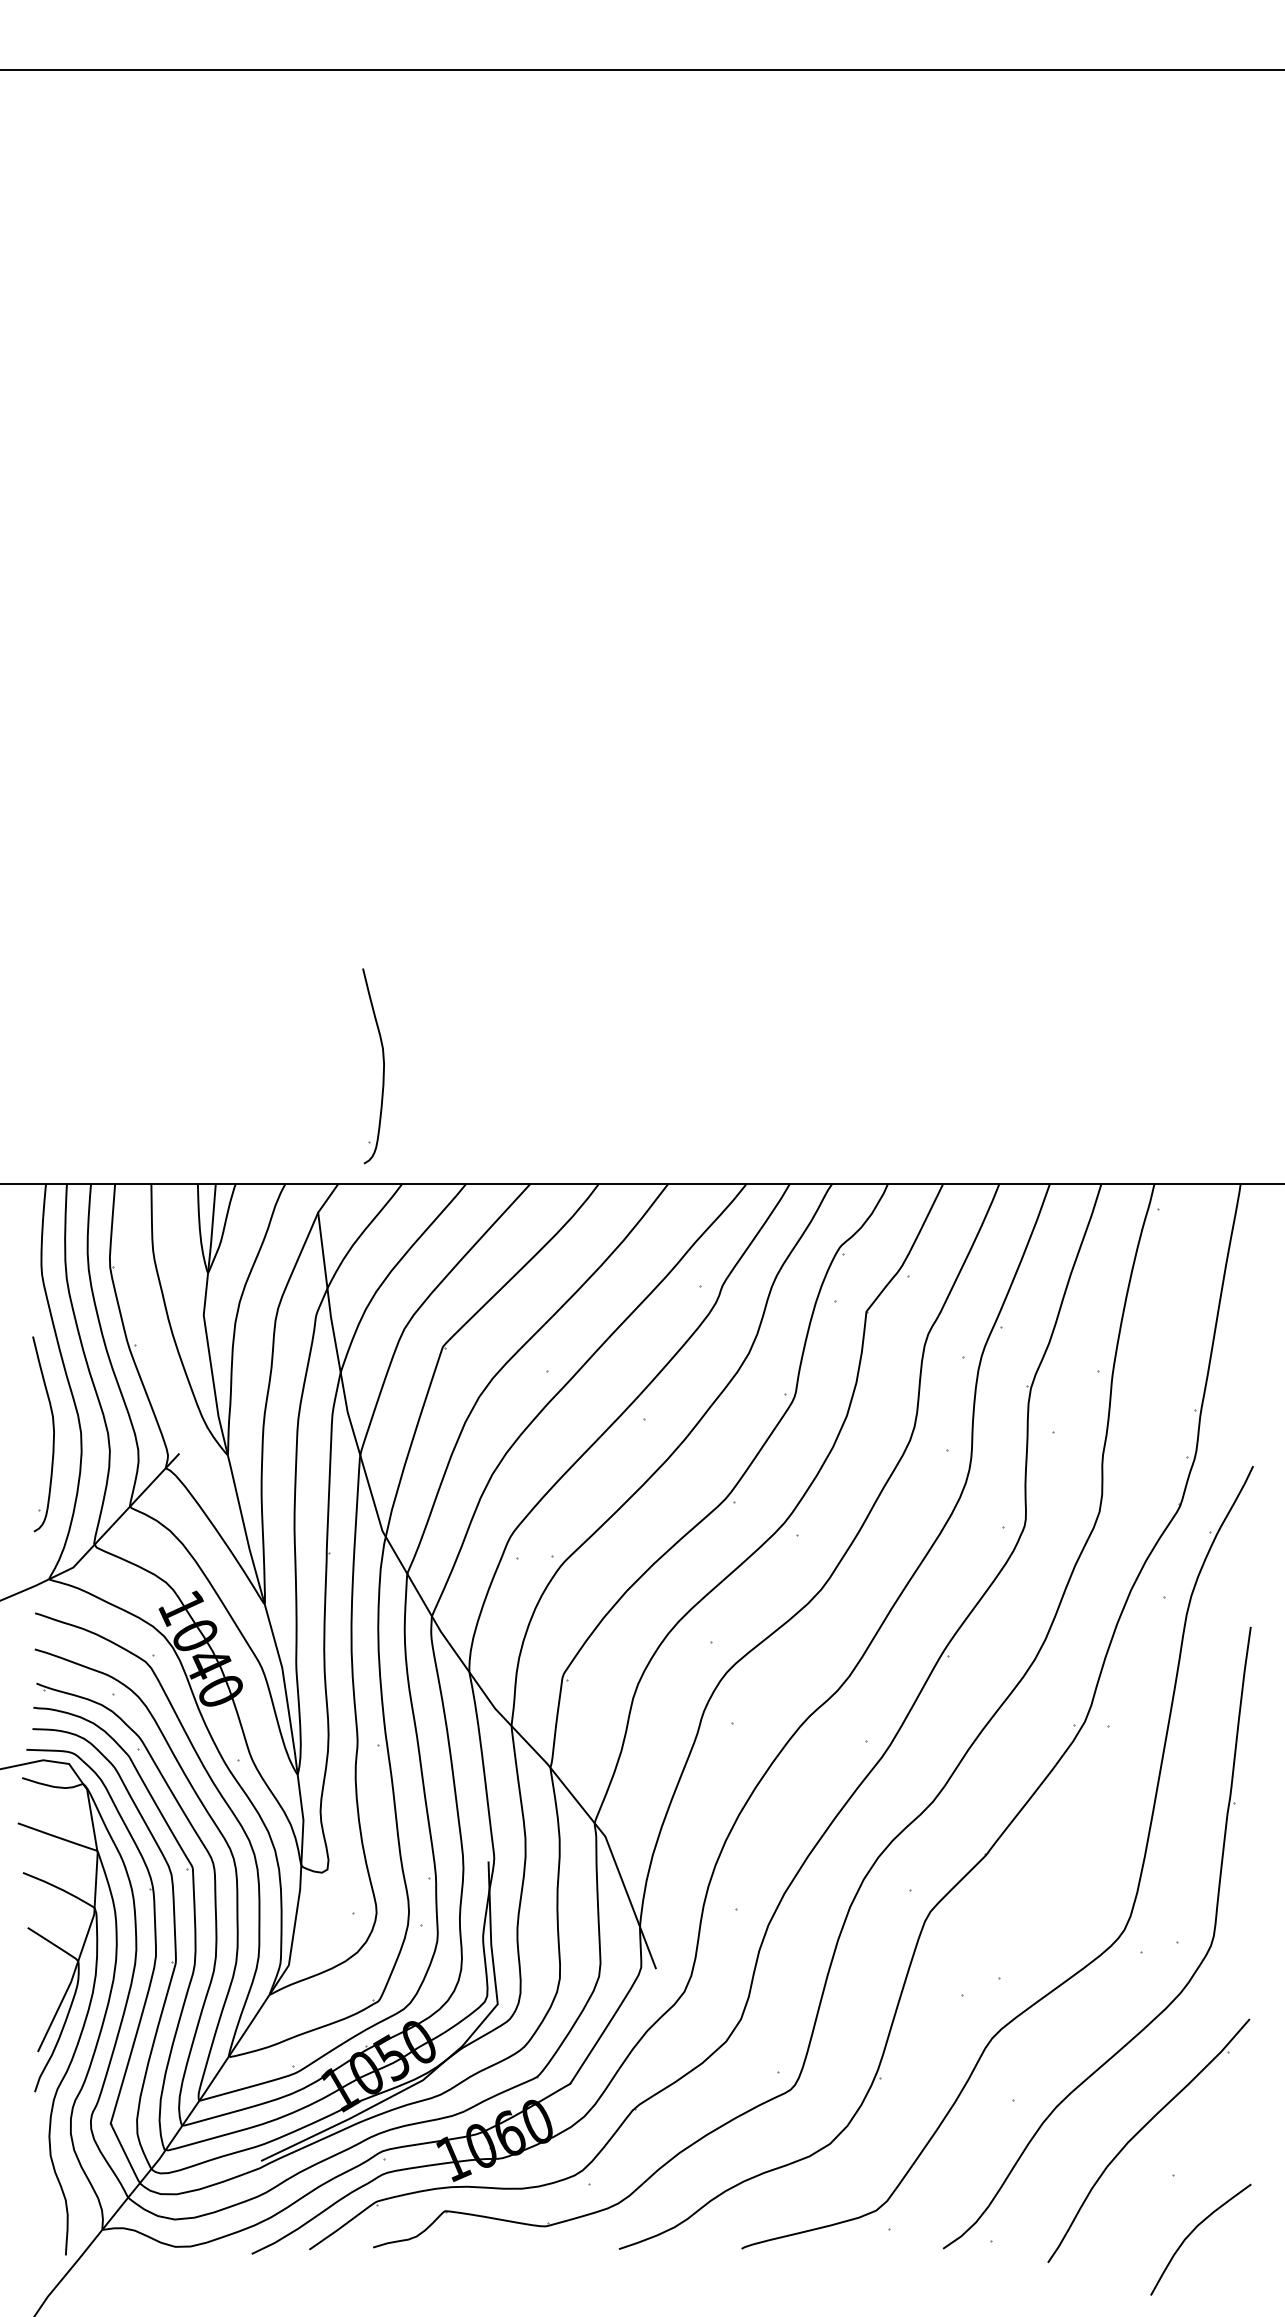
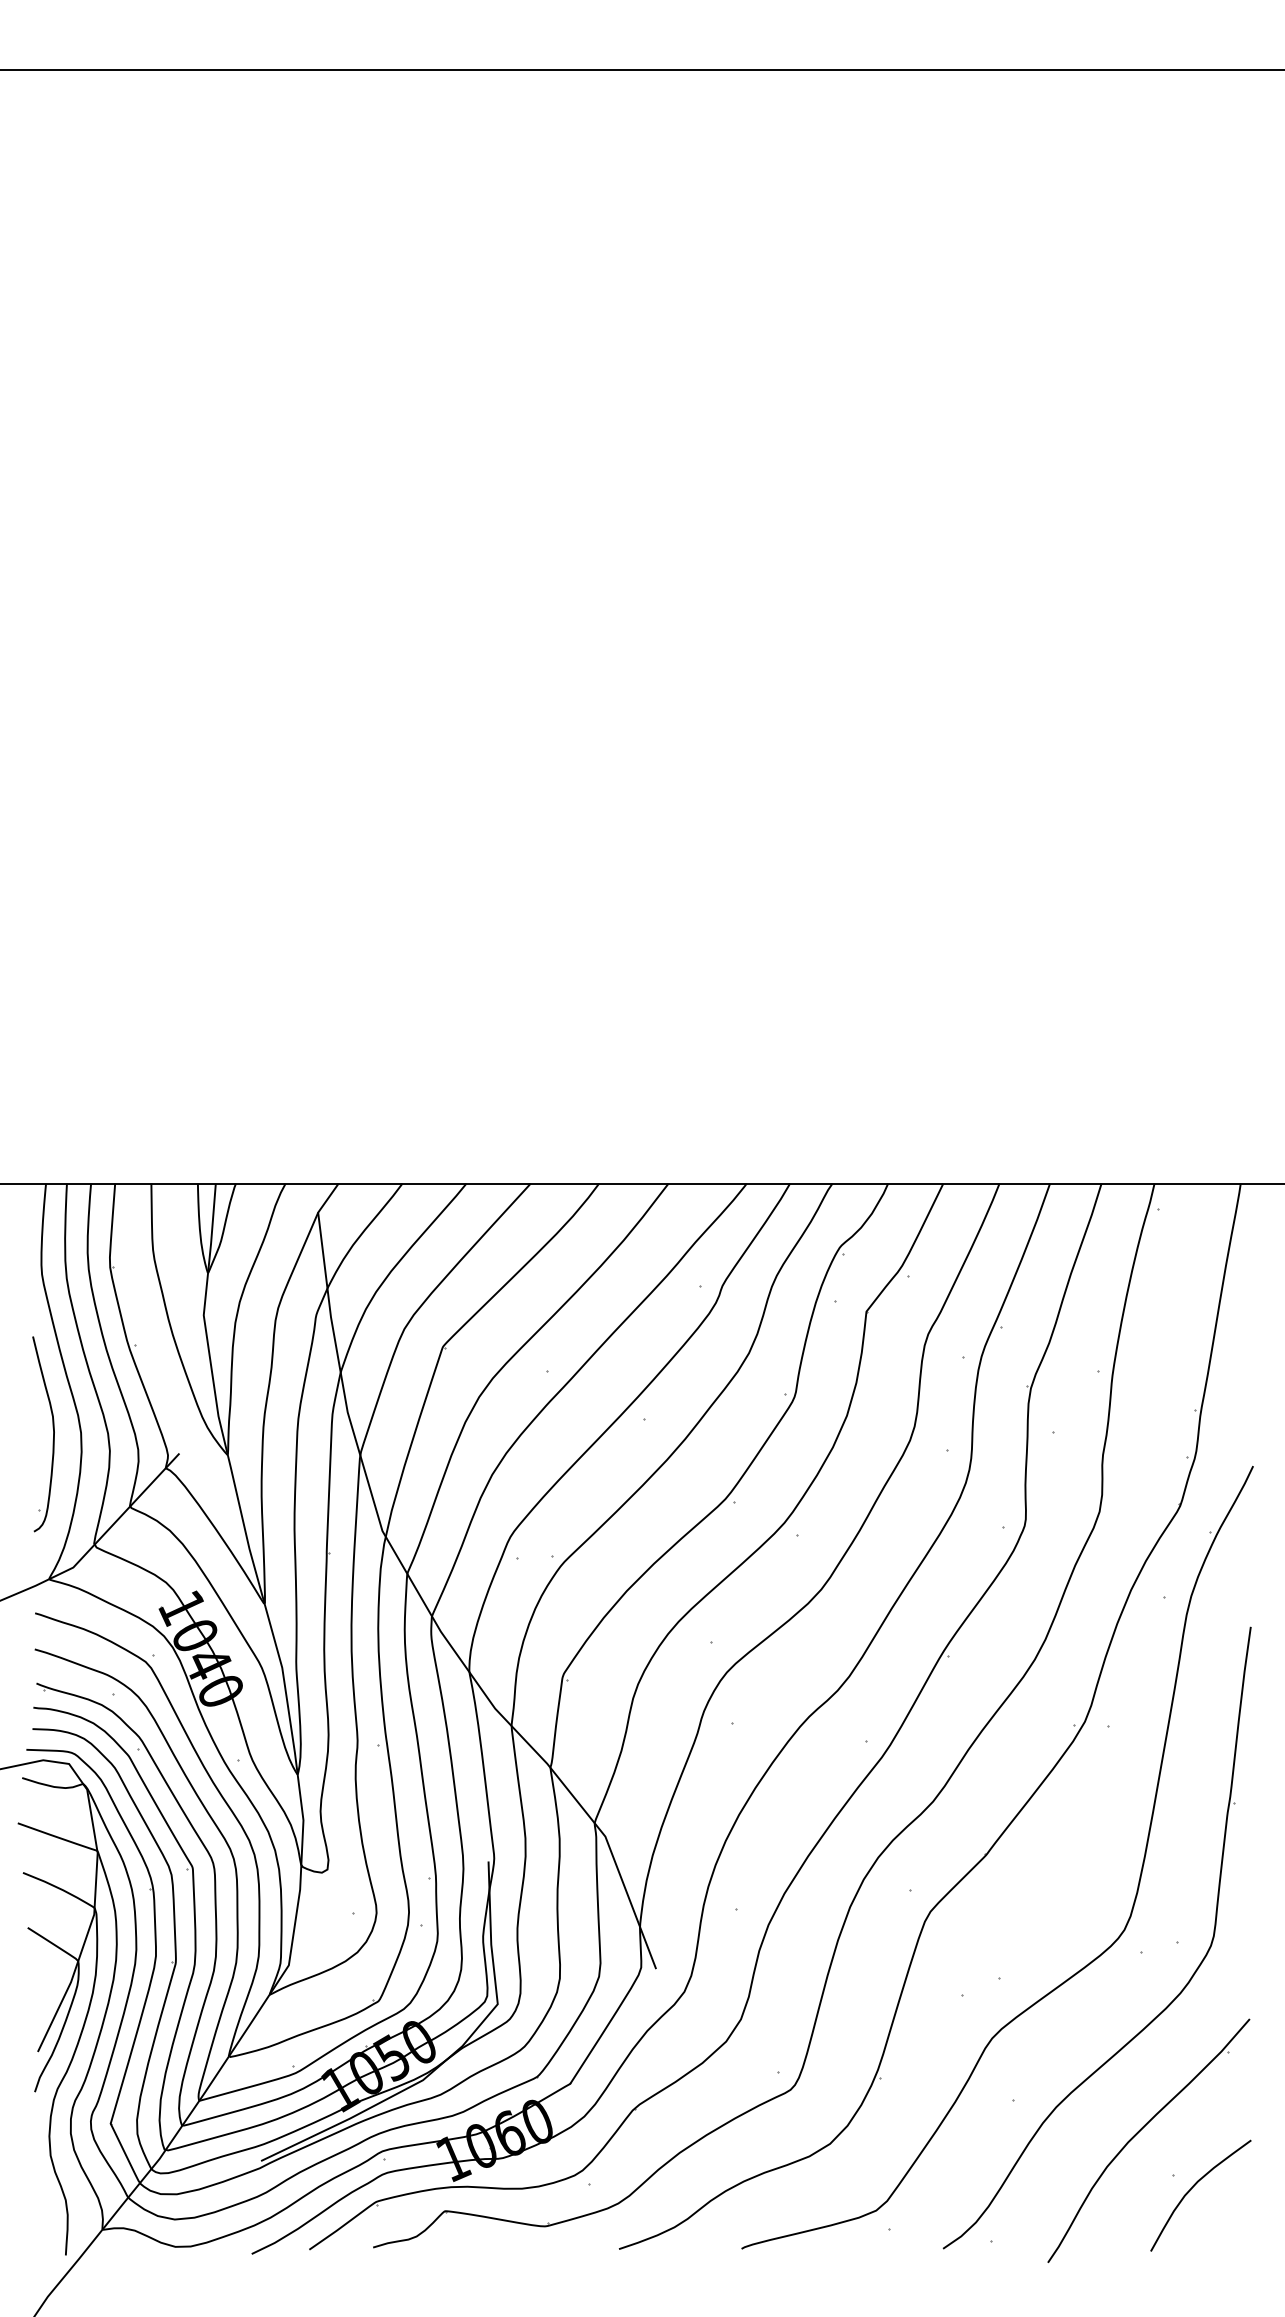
part at (383, 1066): present -> none
curve at (1193, 2231) position: (1193, 2231) -> (1193, 2187)
